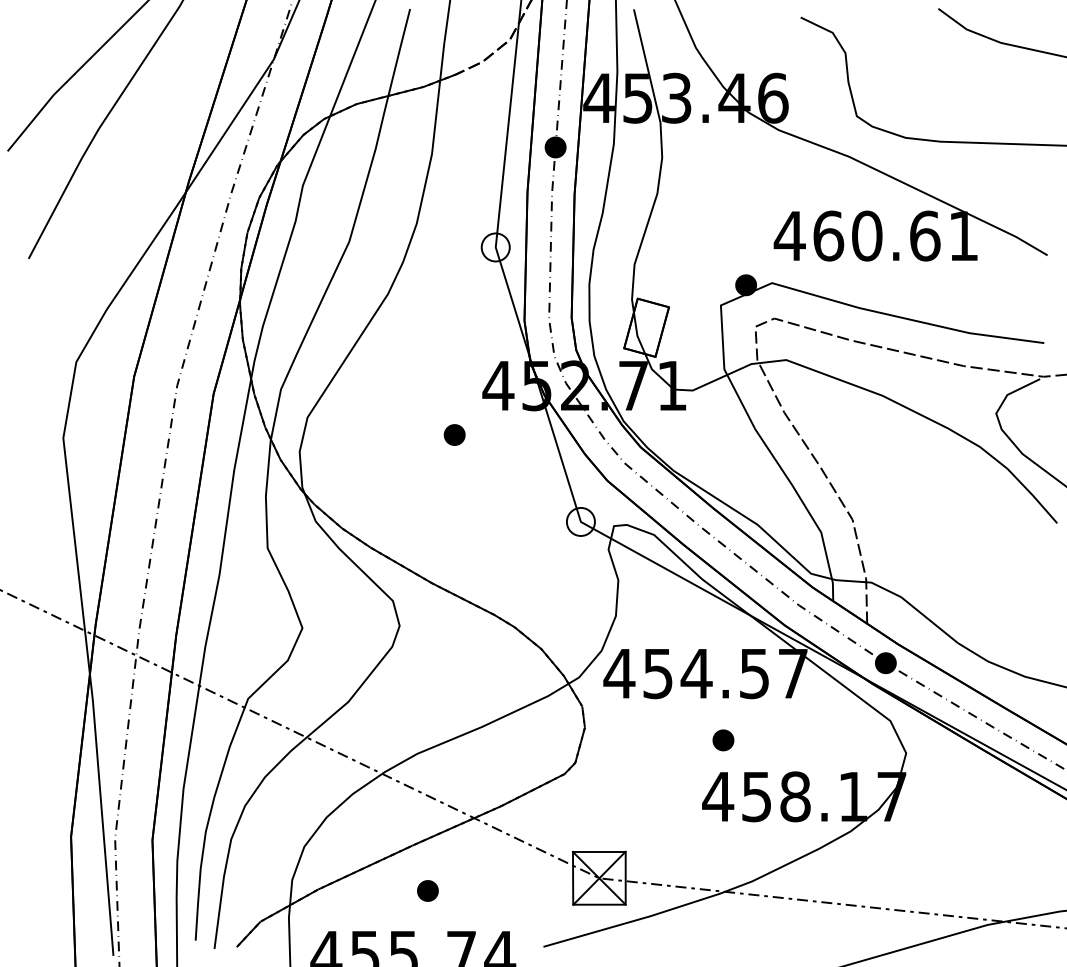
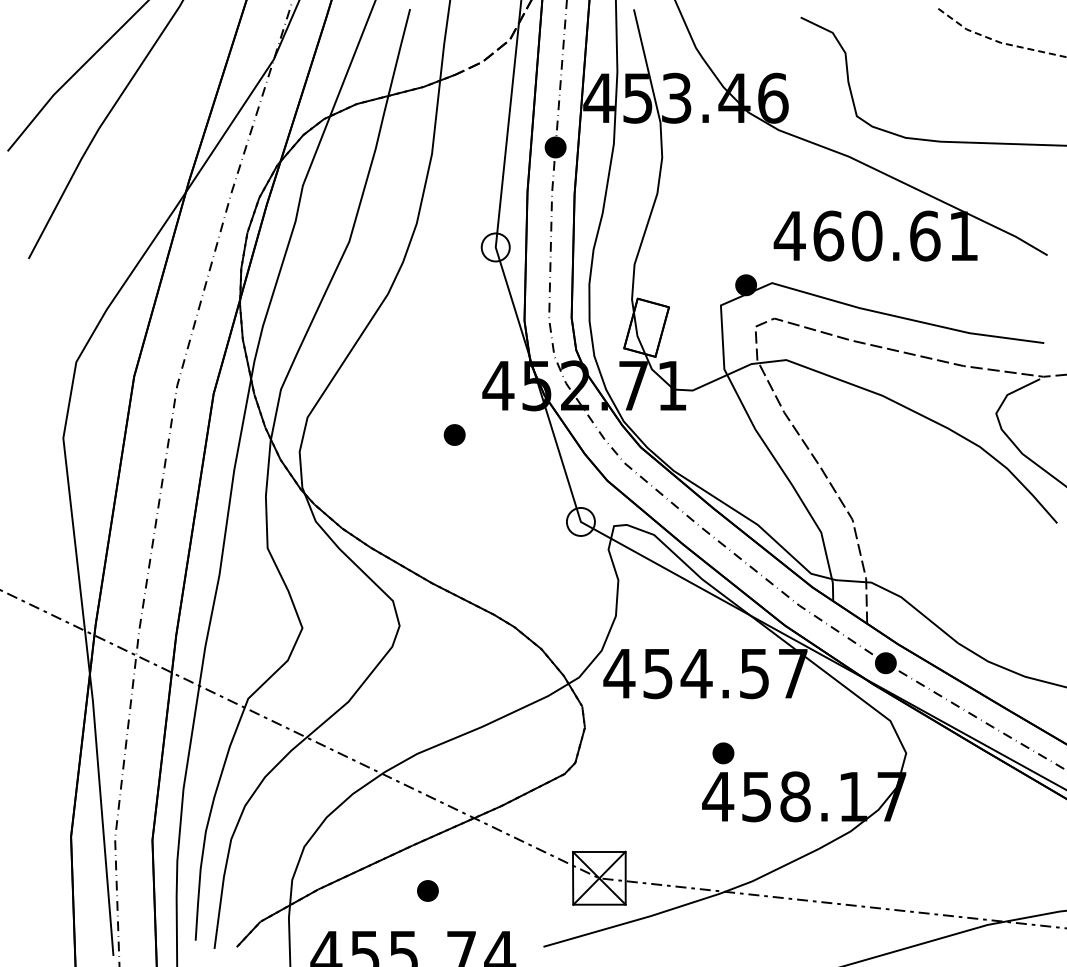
line at (998, 41): solid -> dashed
part at (723, 740) position: (723, 740) -> (723, 753)
